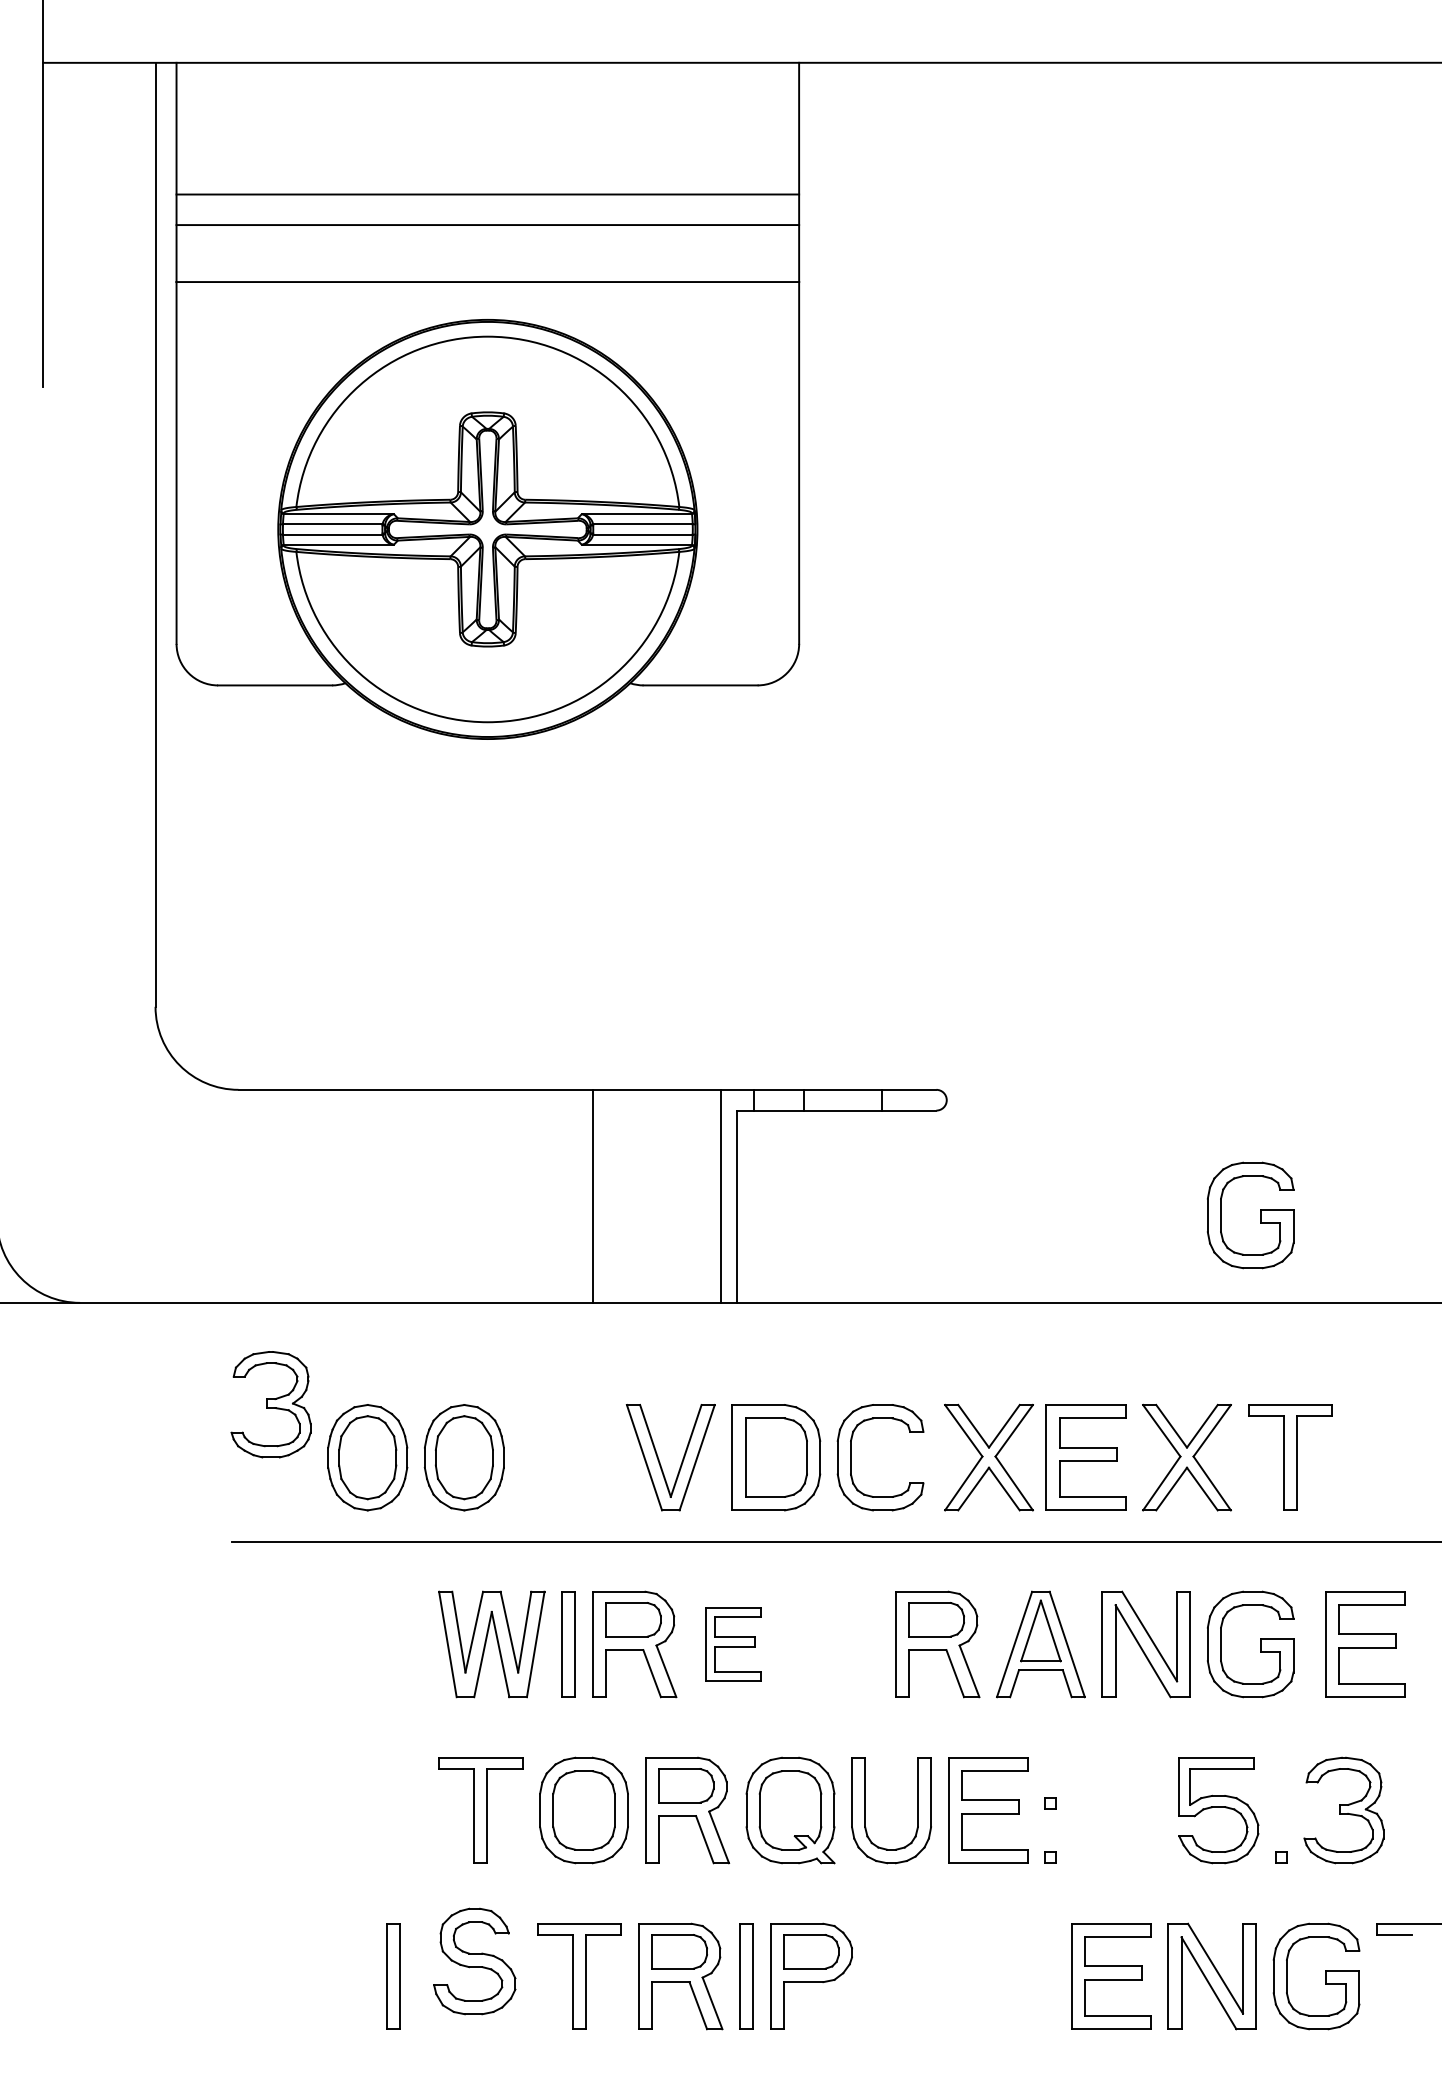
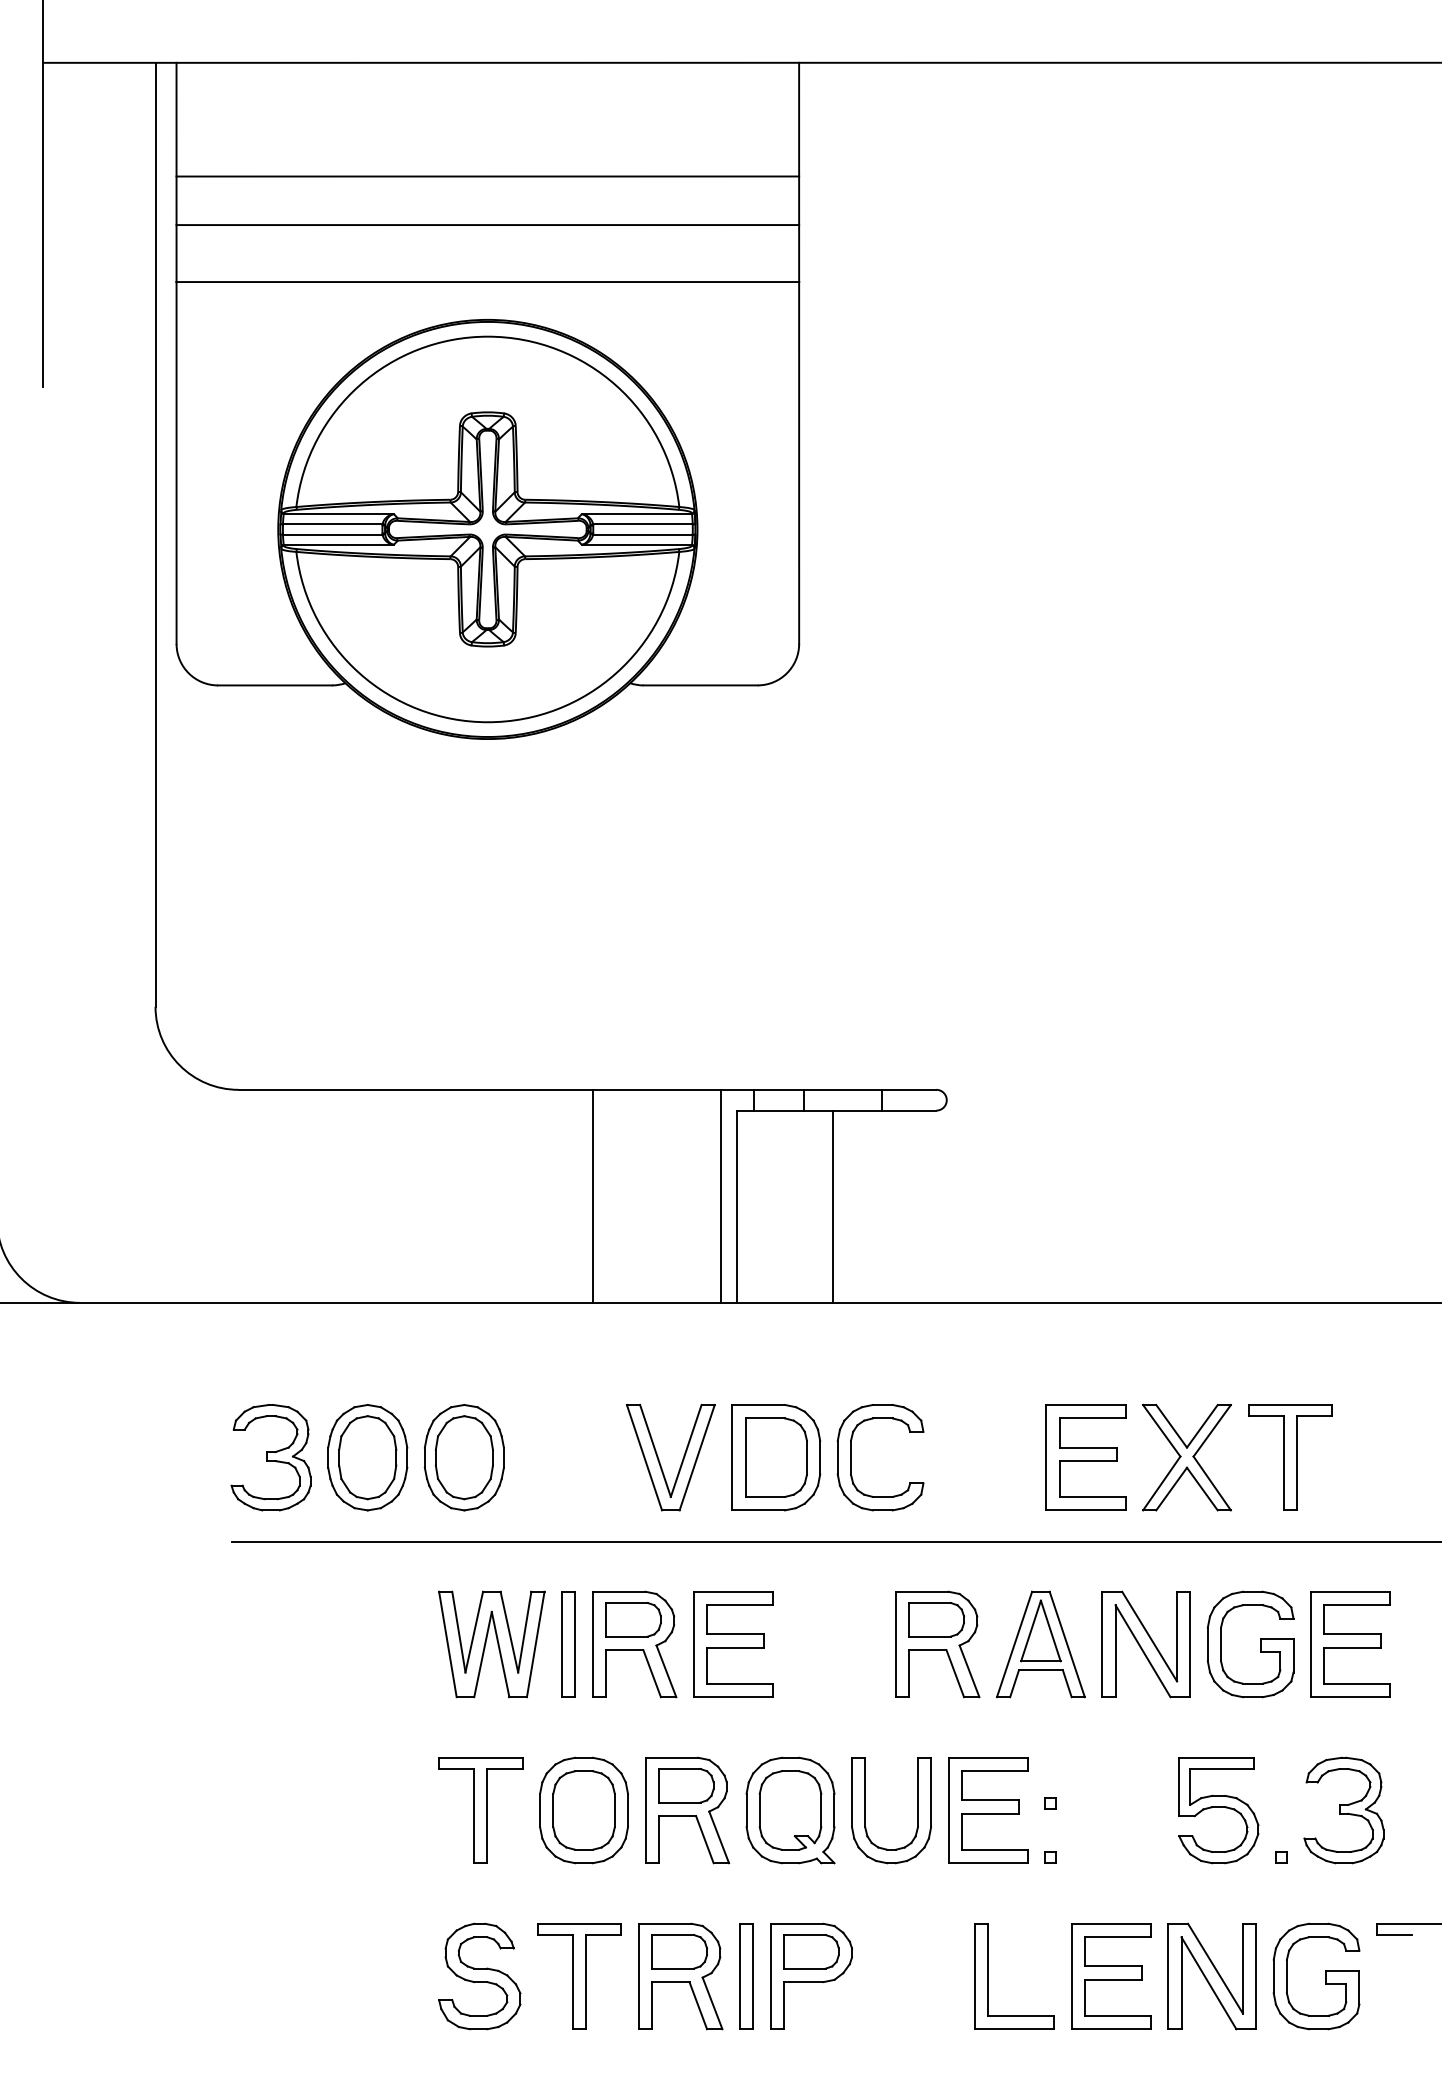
line at (487, 194) position: (487, 194) -> (487, 176)
line at (832, 1206): none -> present
part at (1260, 1215): present -> none
part at (270, 1404) position: (270, 1404) -> (270, 1457)
part at (988, 1457): present -> none
part at (733, 1644) size: 57x75 px -> 81x107 px
part at (1365, 1644) position: (1365, 1644) -> (1350, 1644)
part at (474, 1961) position: (474, 1961) -> (479, 1976)
part at (393, 1976): present -> none
part at (988, 1976): none -> present
